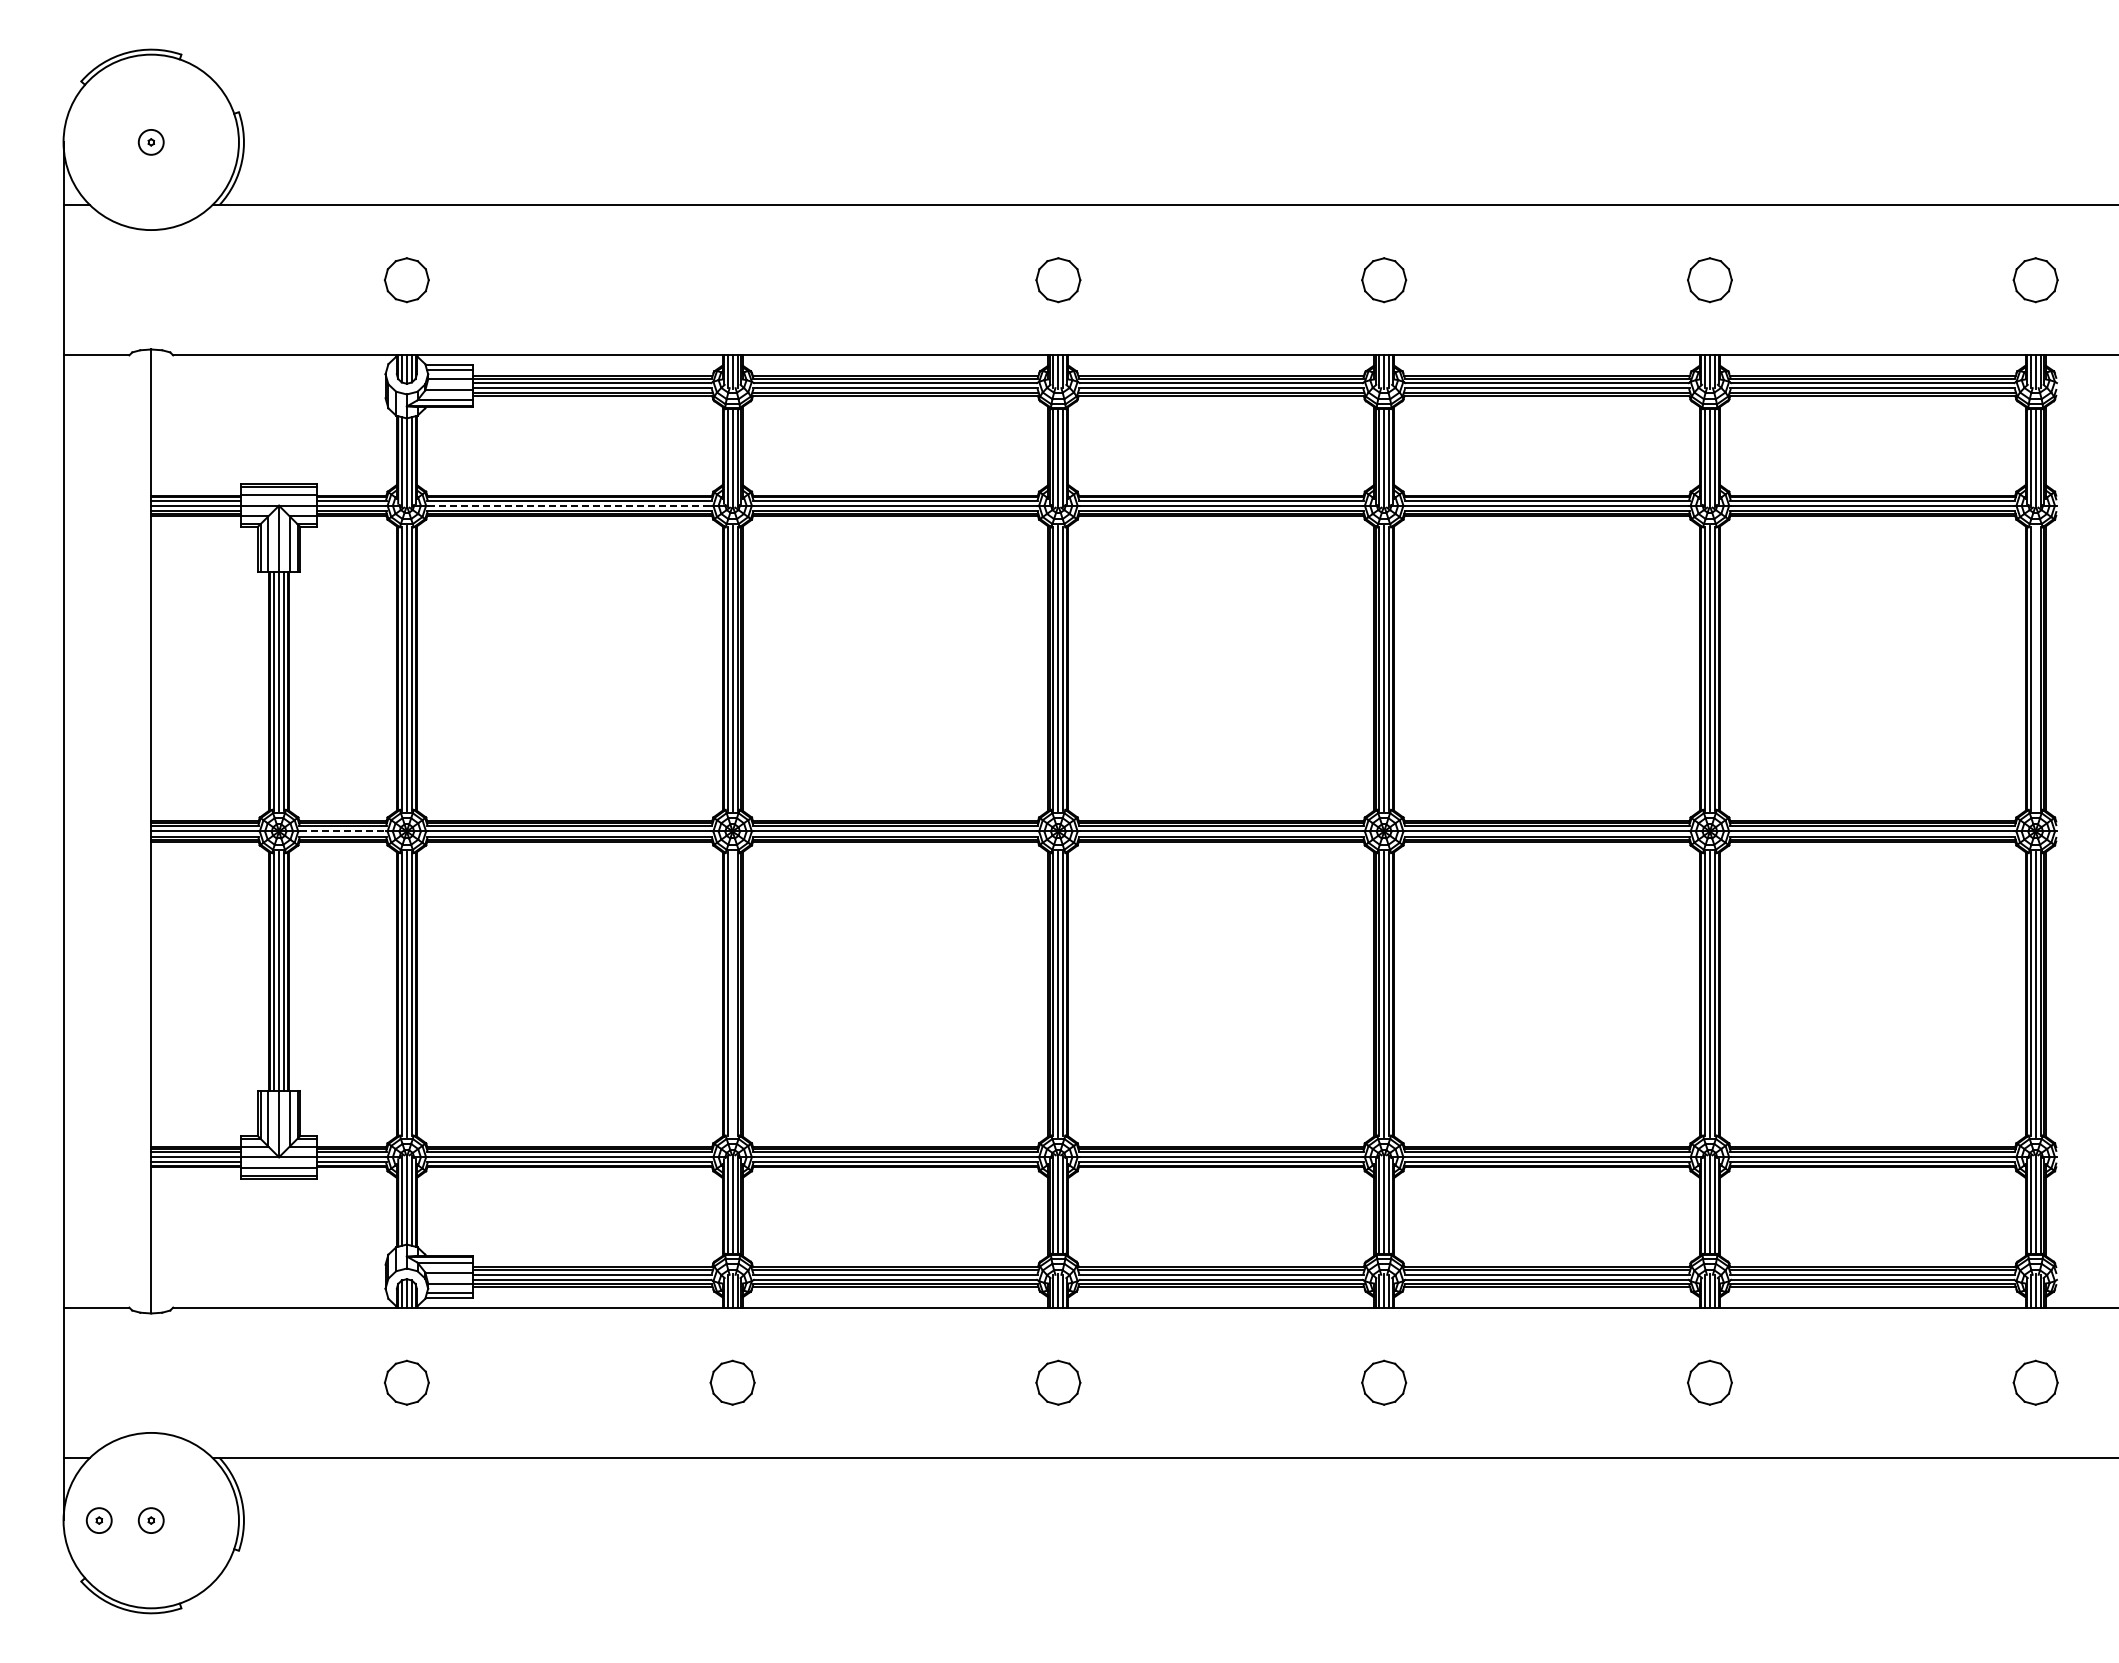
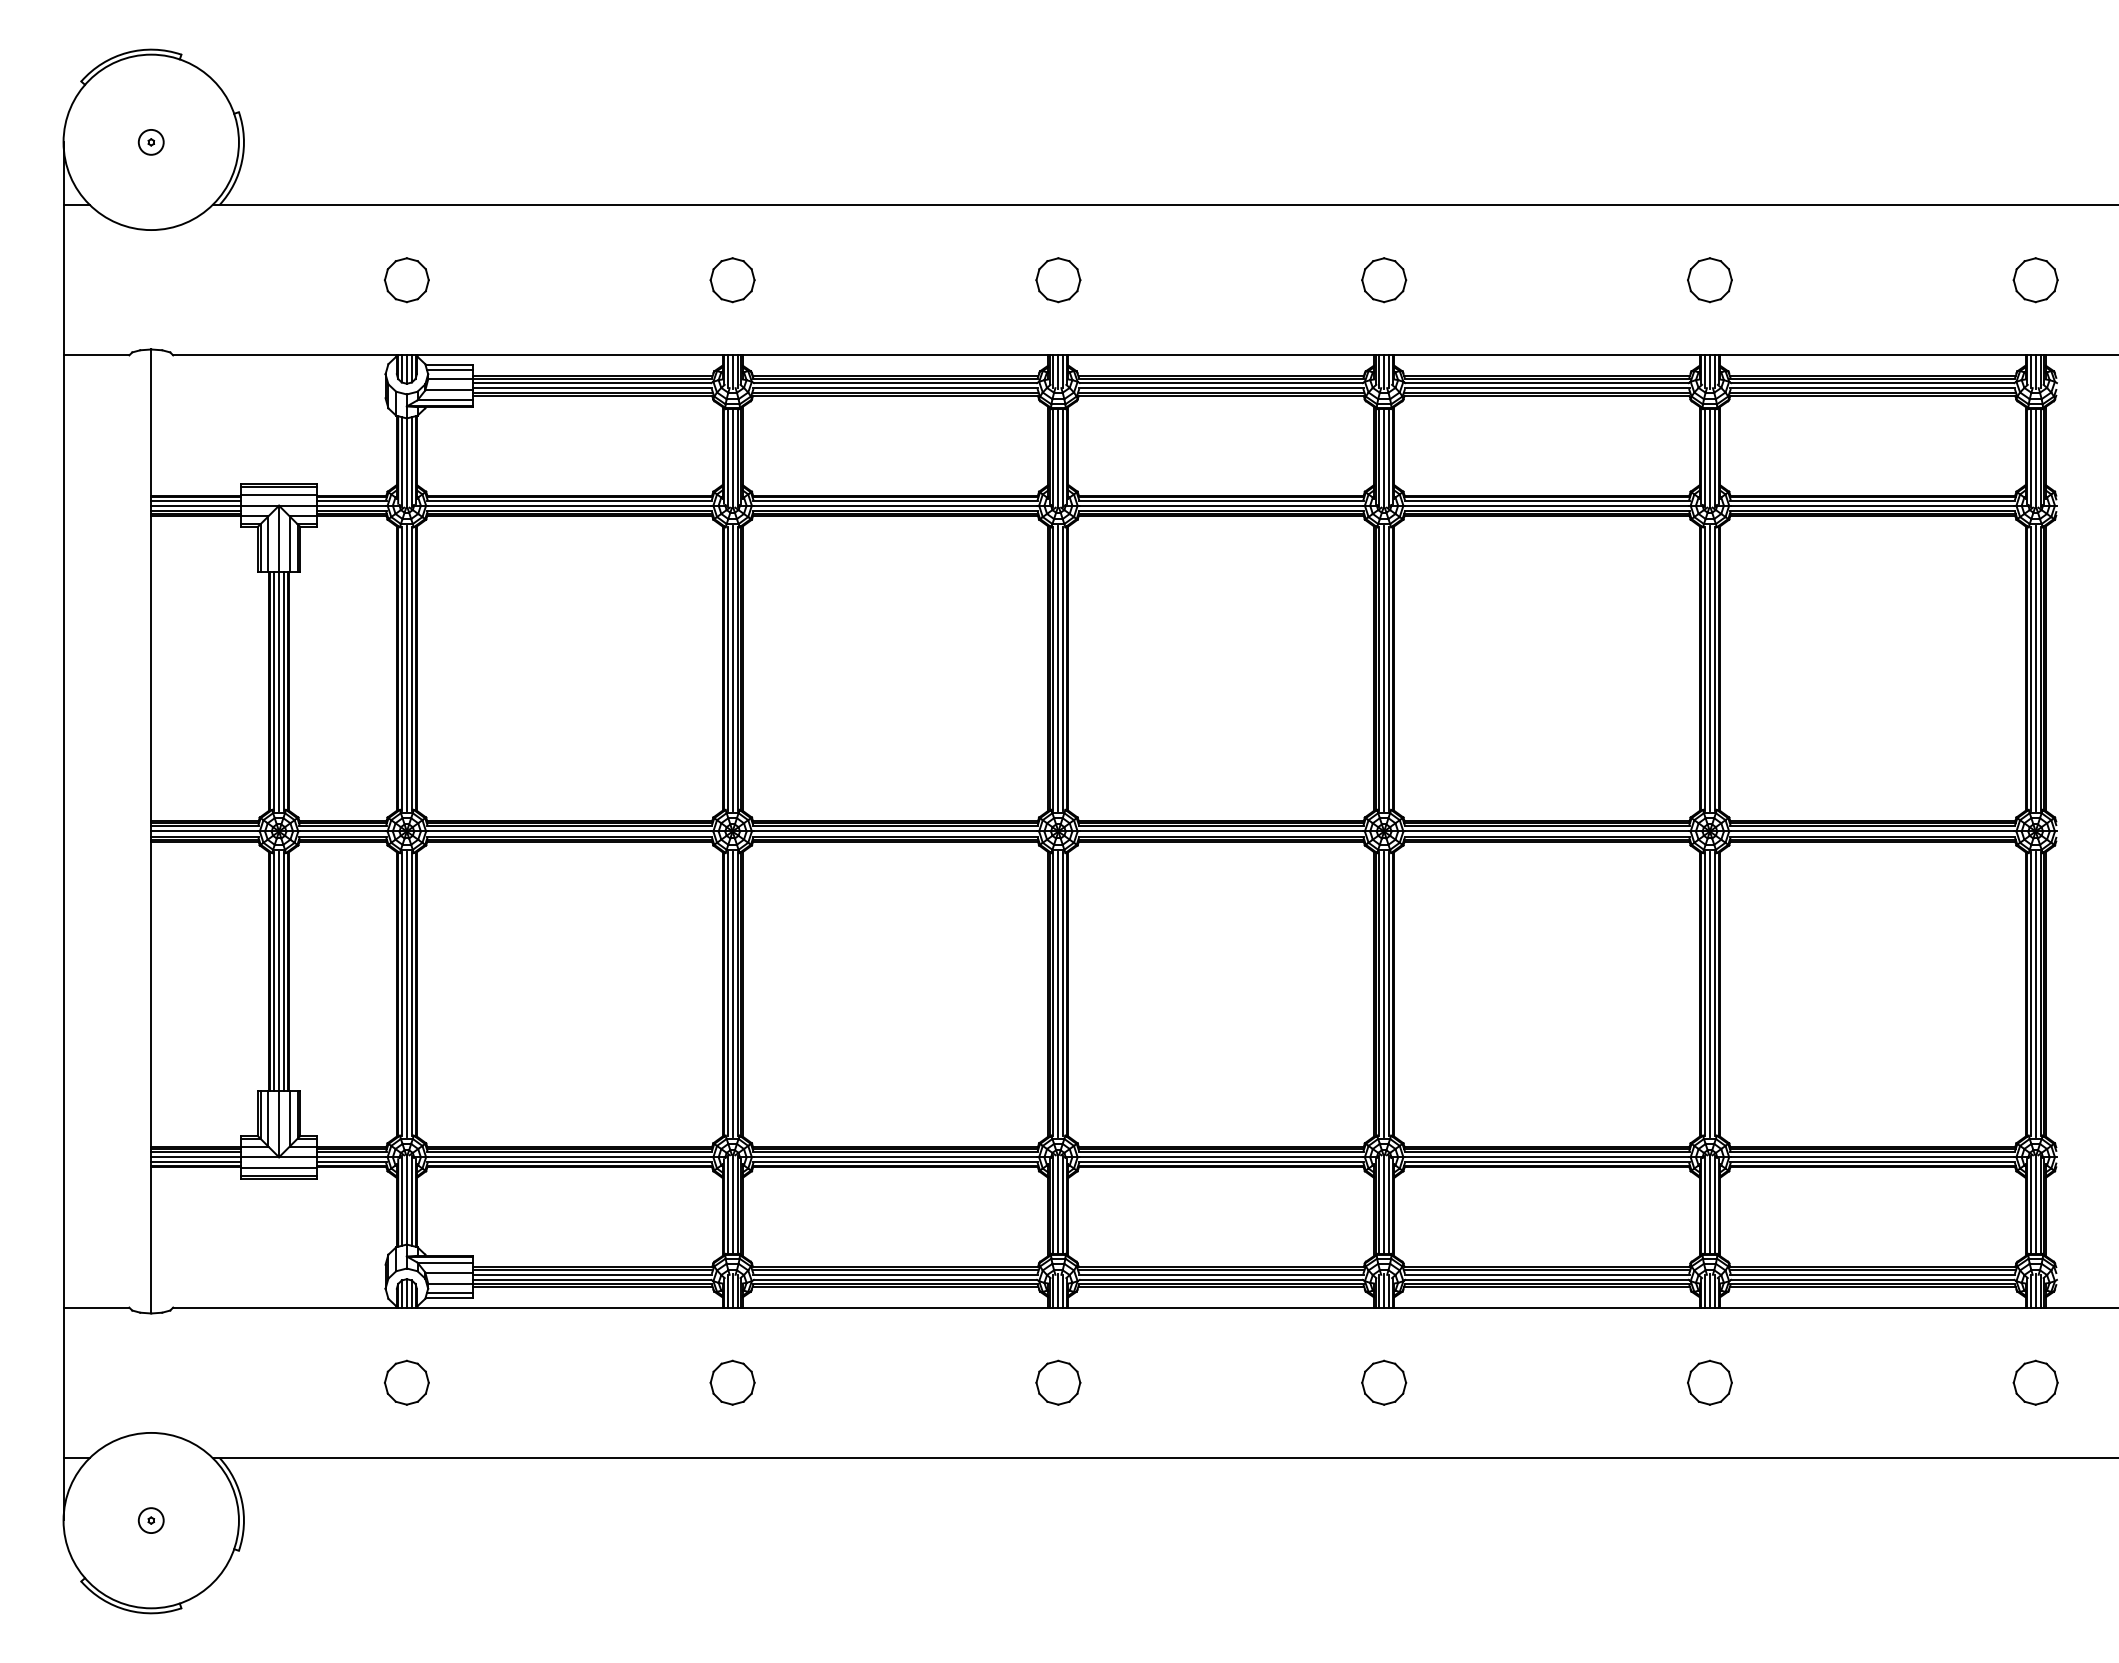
part at (732, 280): none -> present
line at (569, 505): dashed -> solid
line at (2035, 668): none -> present
line at (342, 831): dashed -> solid
line at (732, 994): none -> present
part at (98, 1520): present -> none
